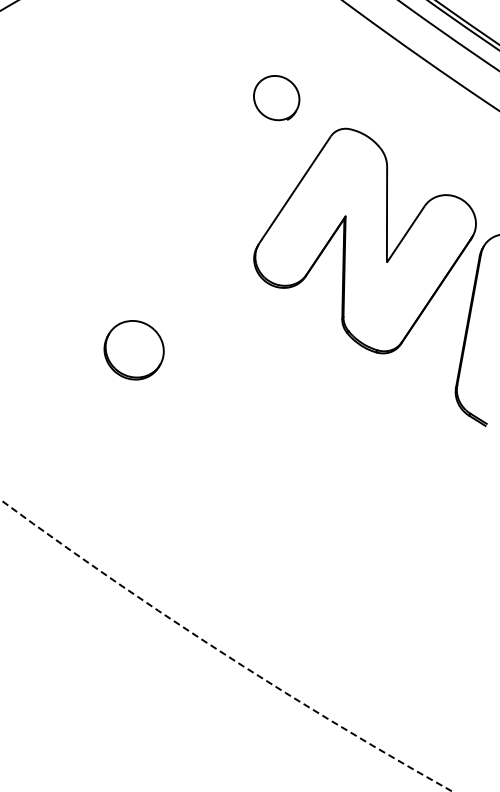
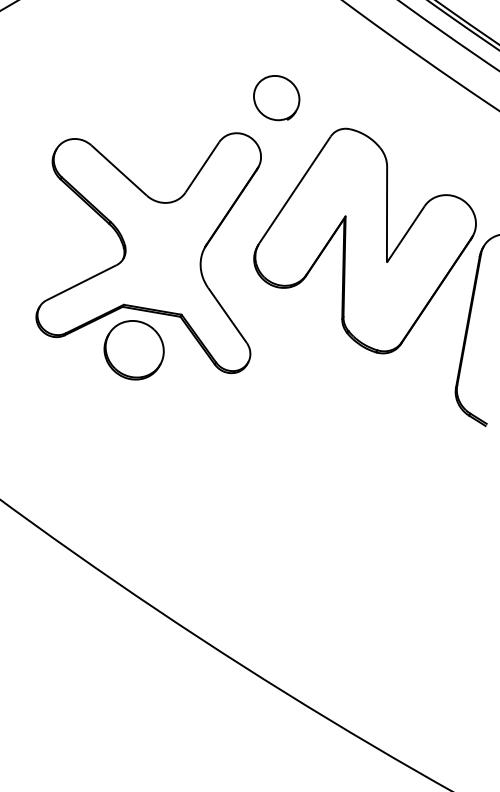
part at (148, 253): none -> present
arc at (223, 653): dashed -> solid
